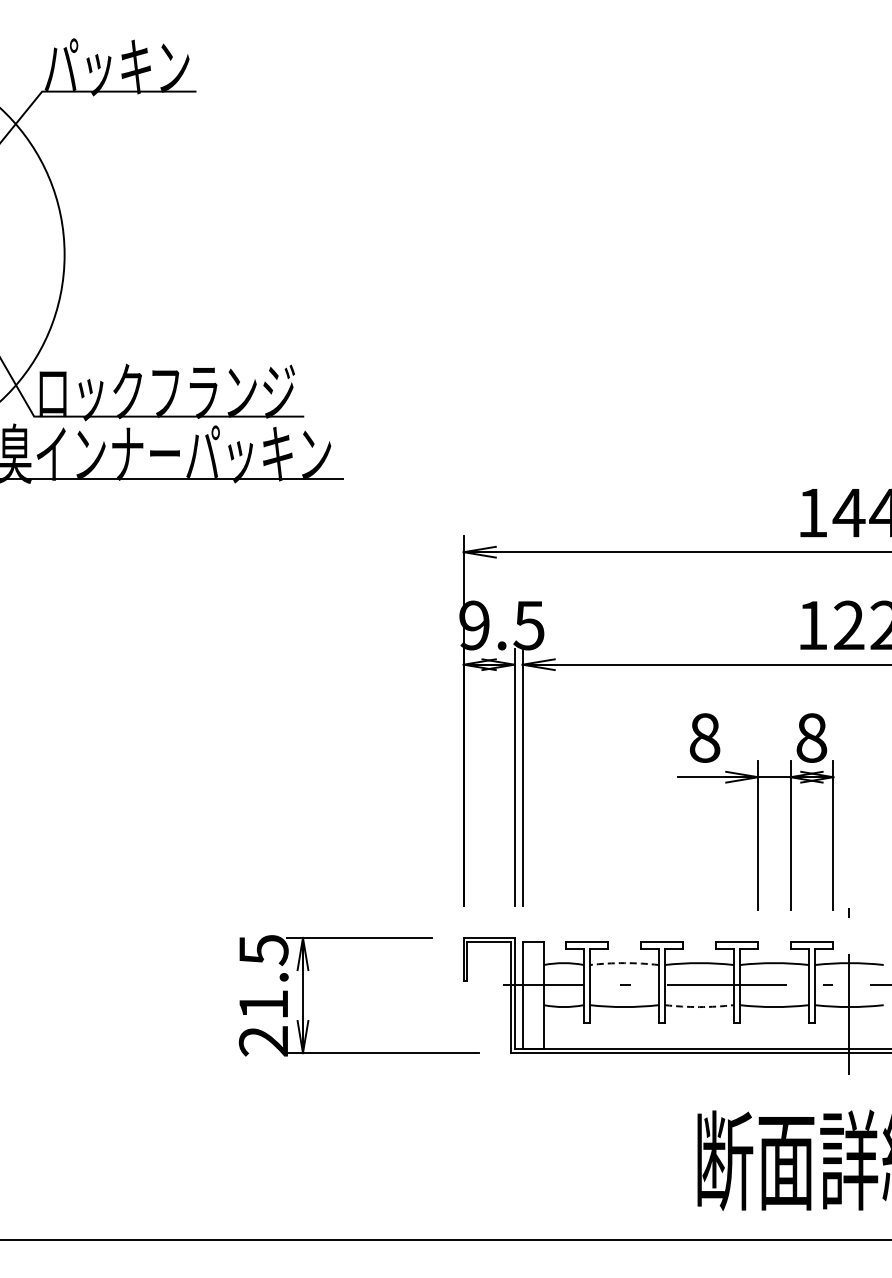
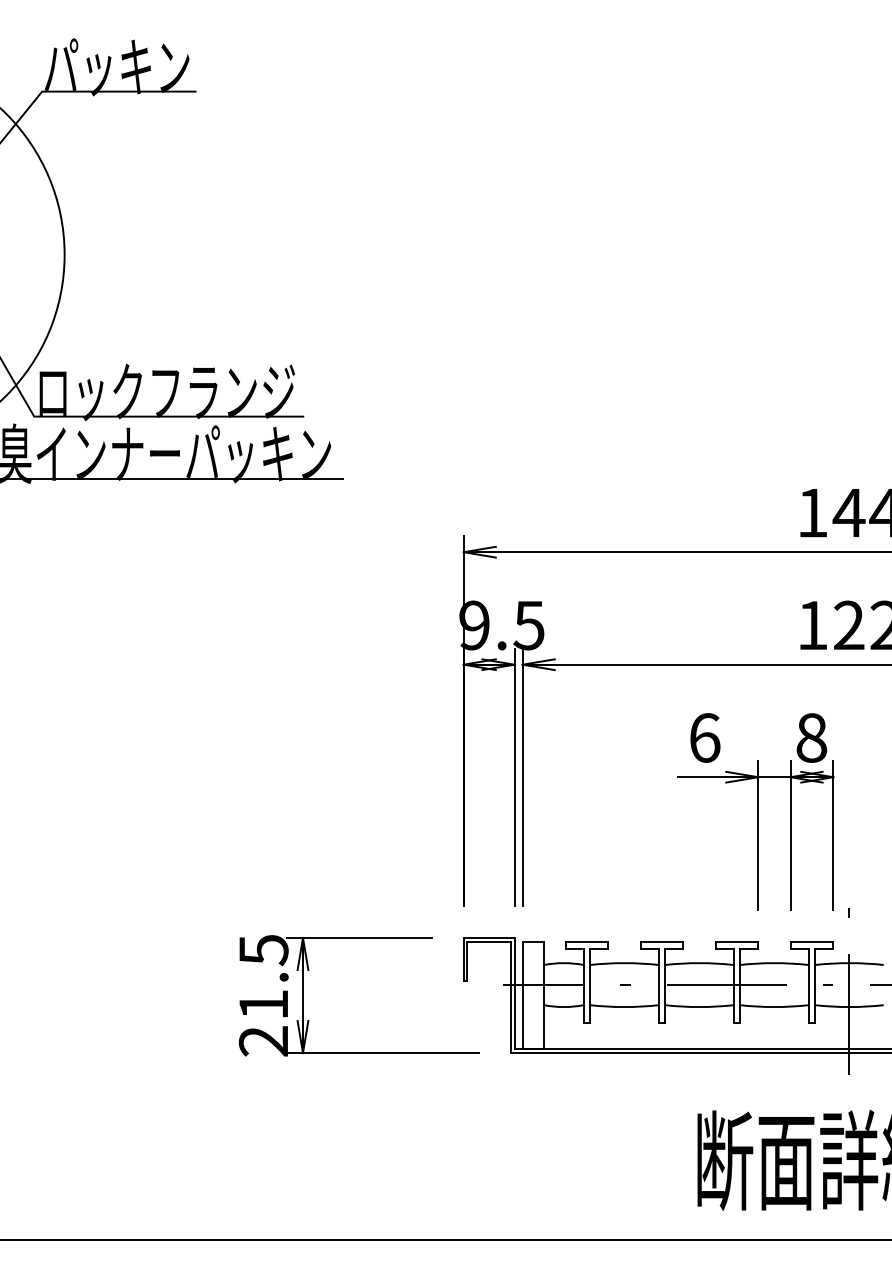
text at (704, 737): 8 -> 6
arc at (624, 963): dashed -> solid
arc at (699, 1007): dashed -> solid
